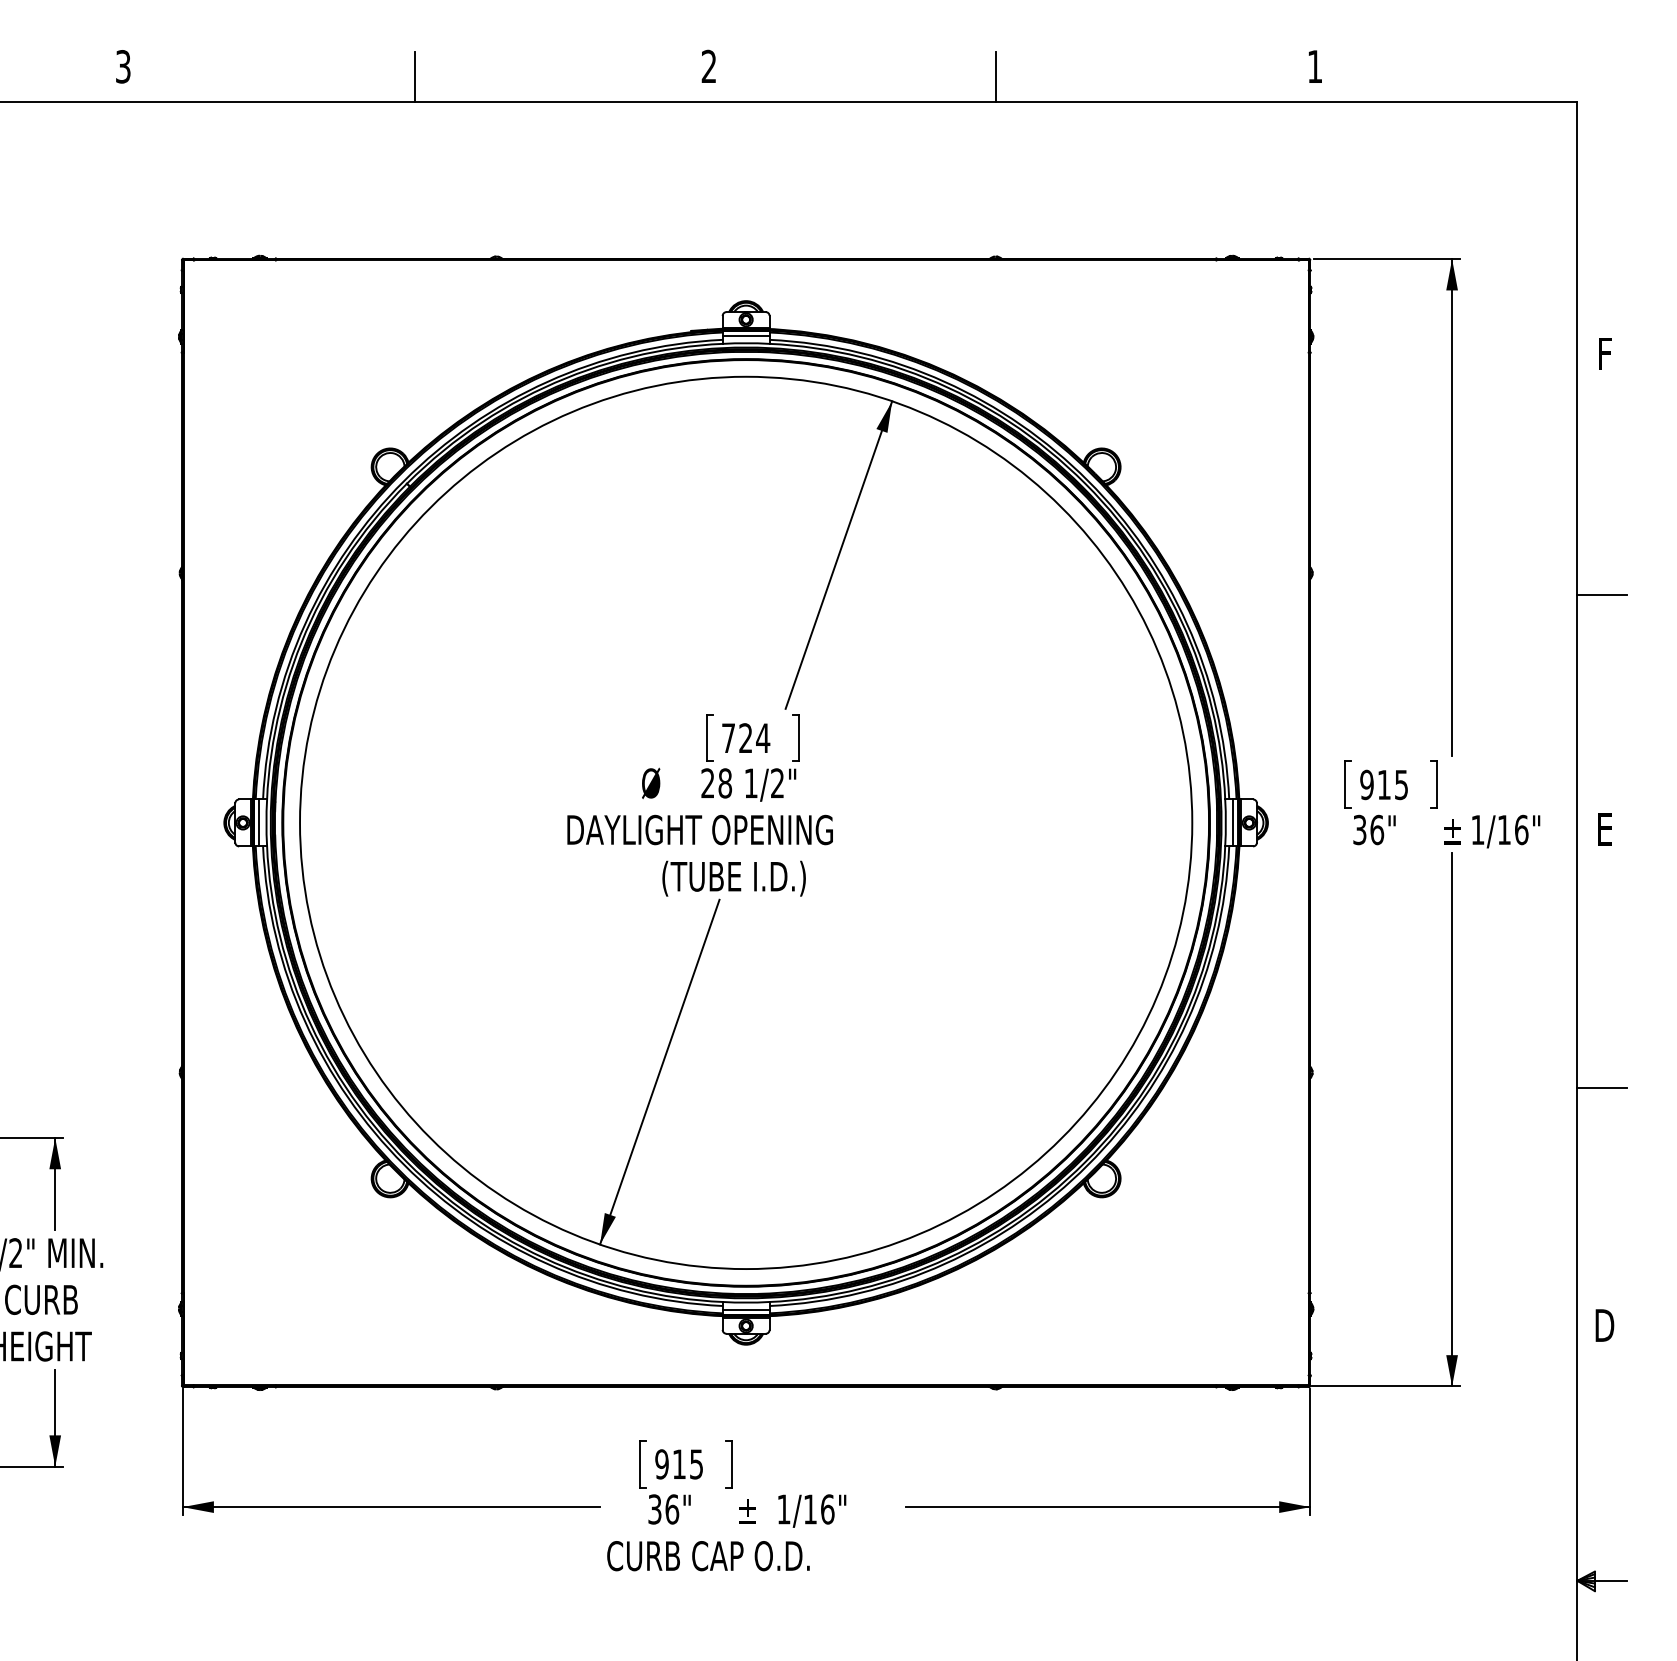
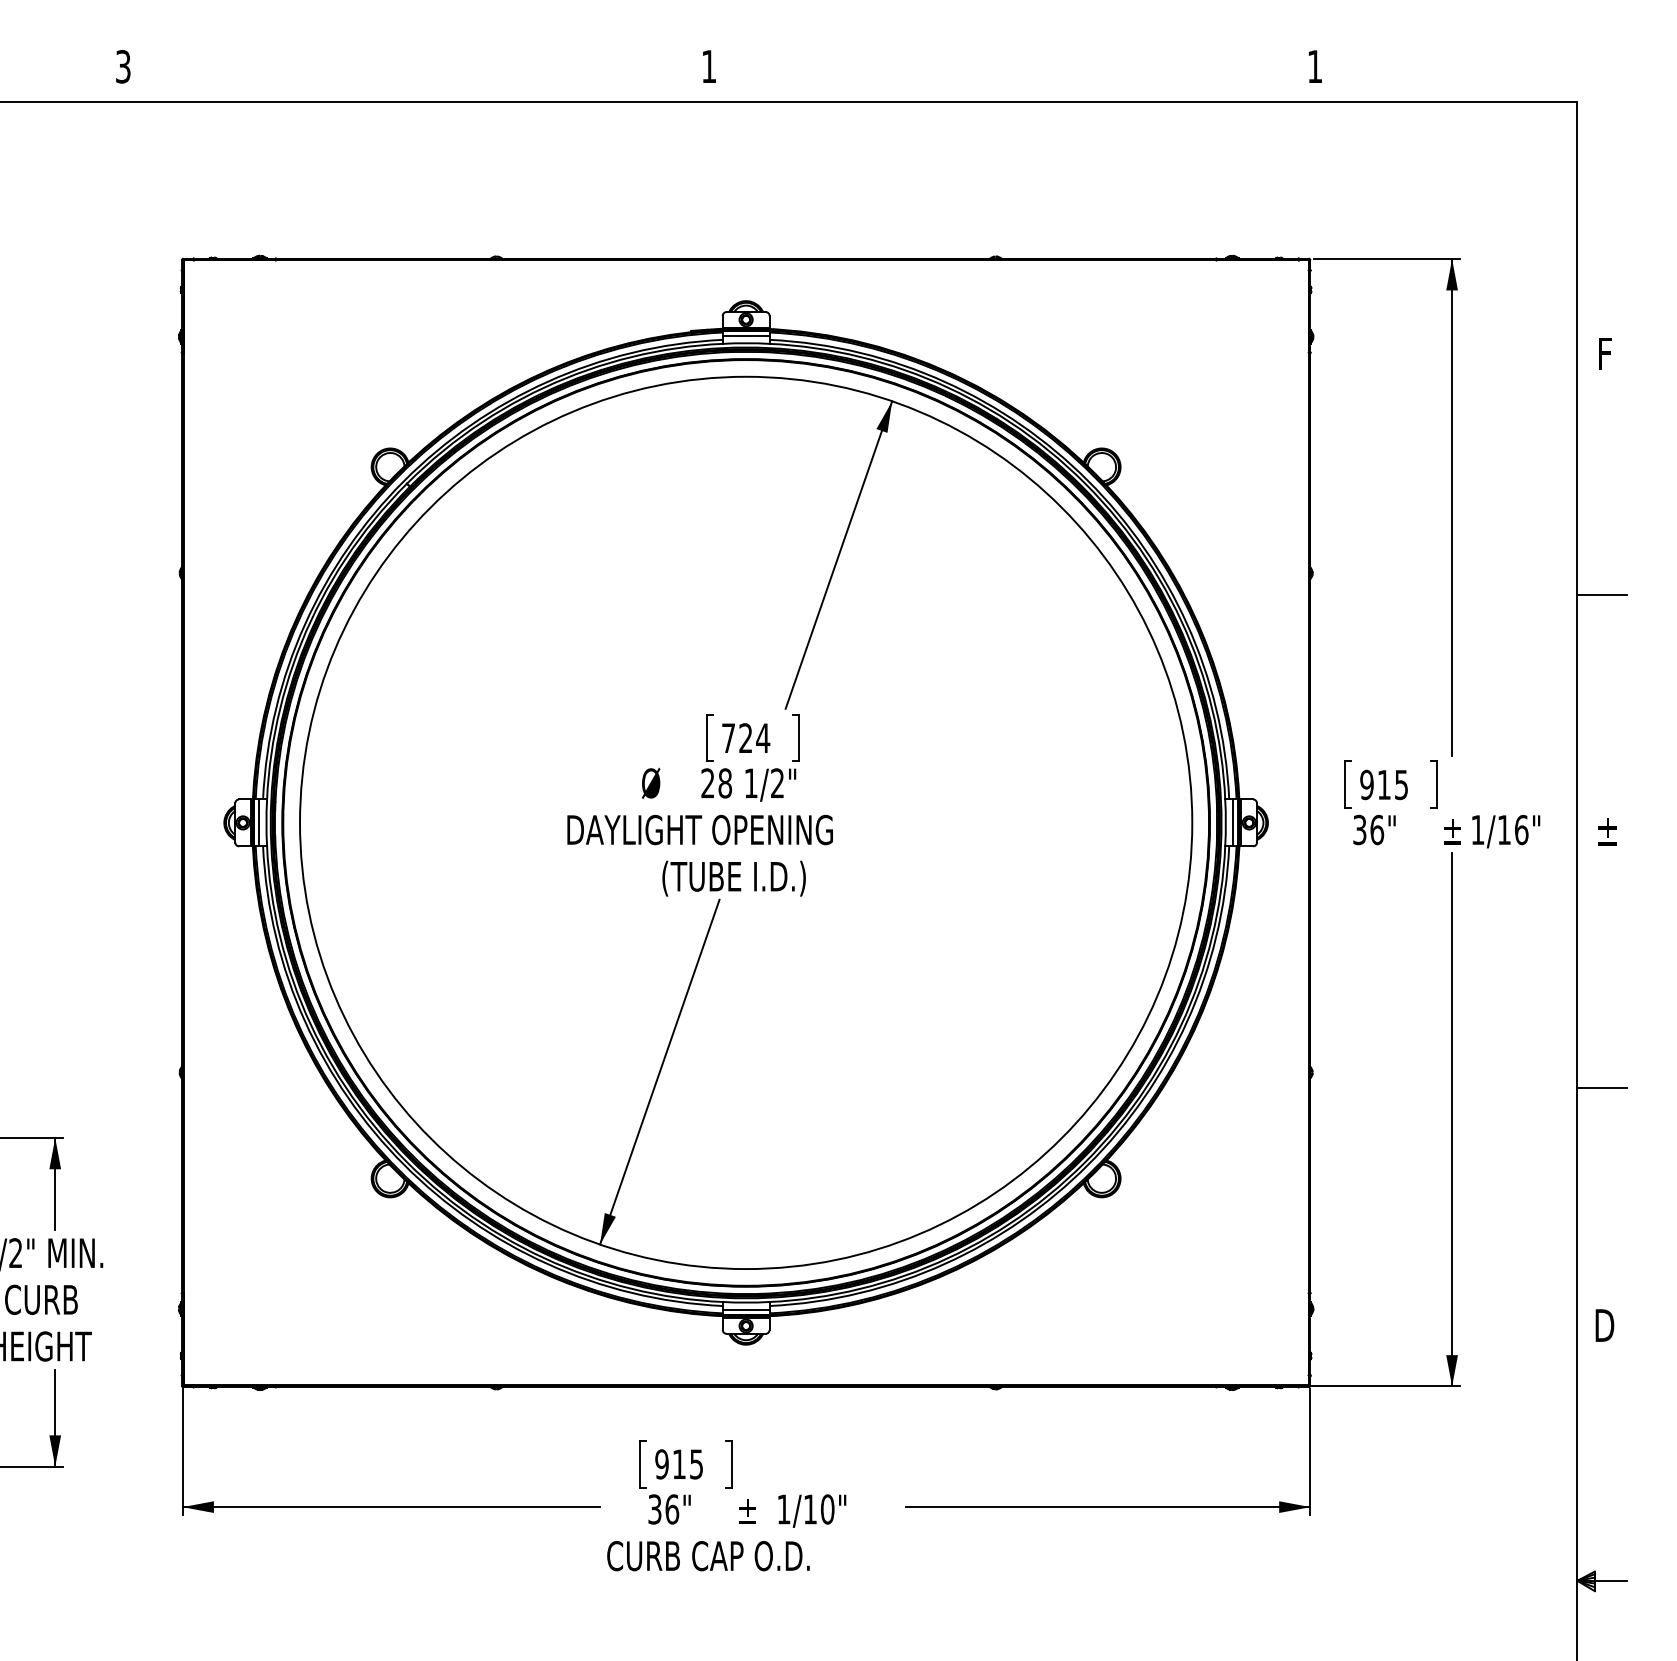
text at (708, 65): 2 -> 1
line at (415, 76): present -> none
line at (996, 76): present -> none
text at (1607, 829): E -> ±
text at (827, 1509): 1/16" -> 1/10"
